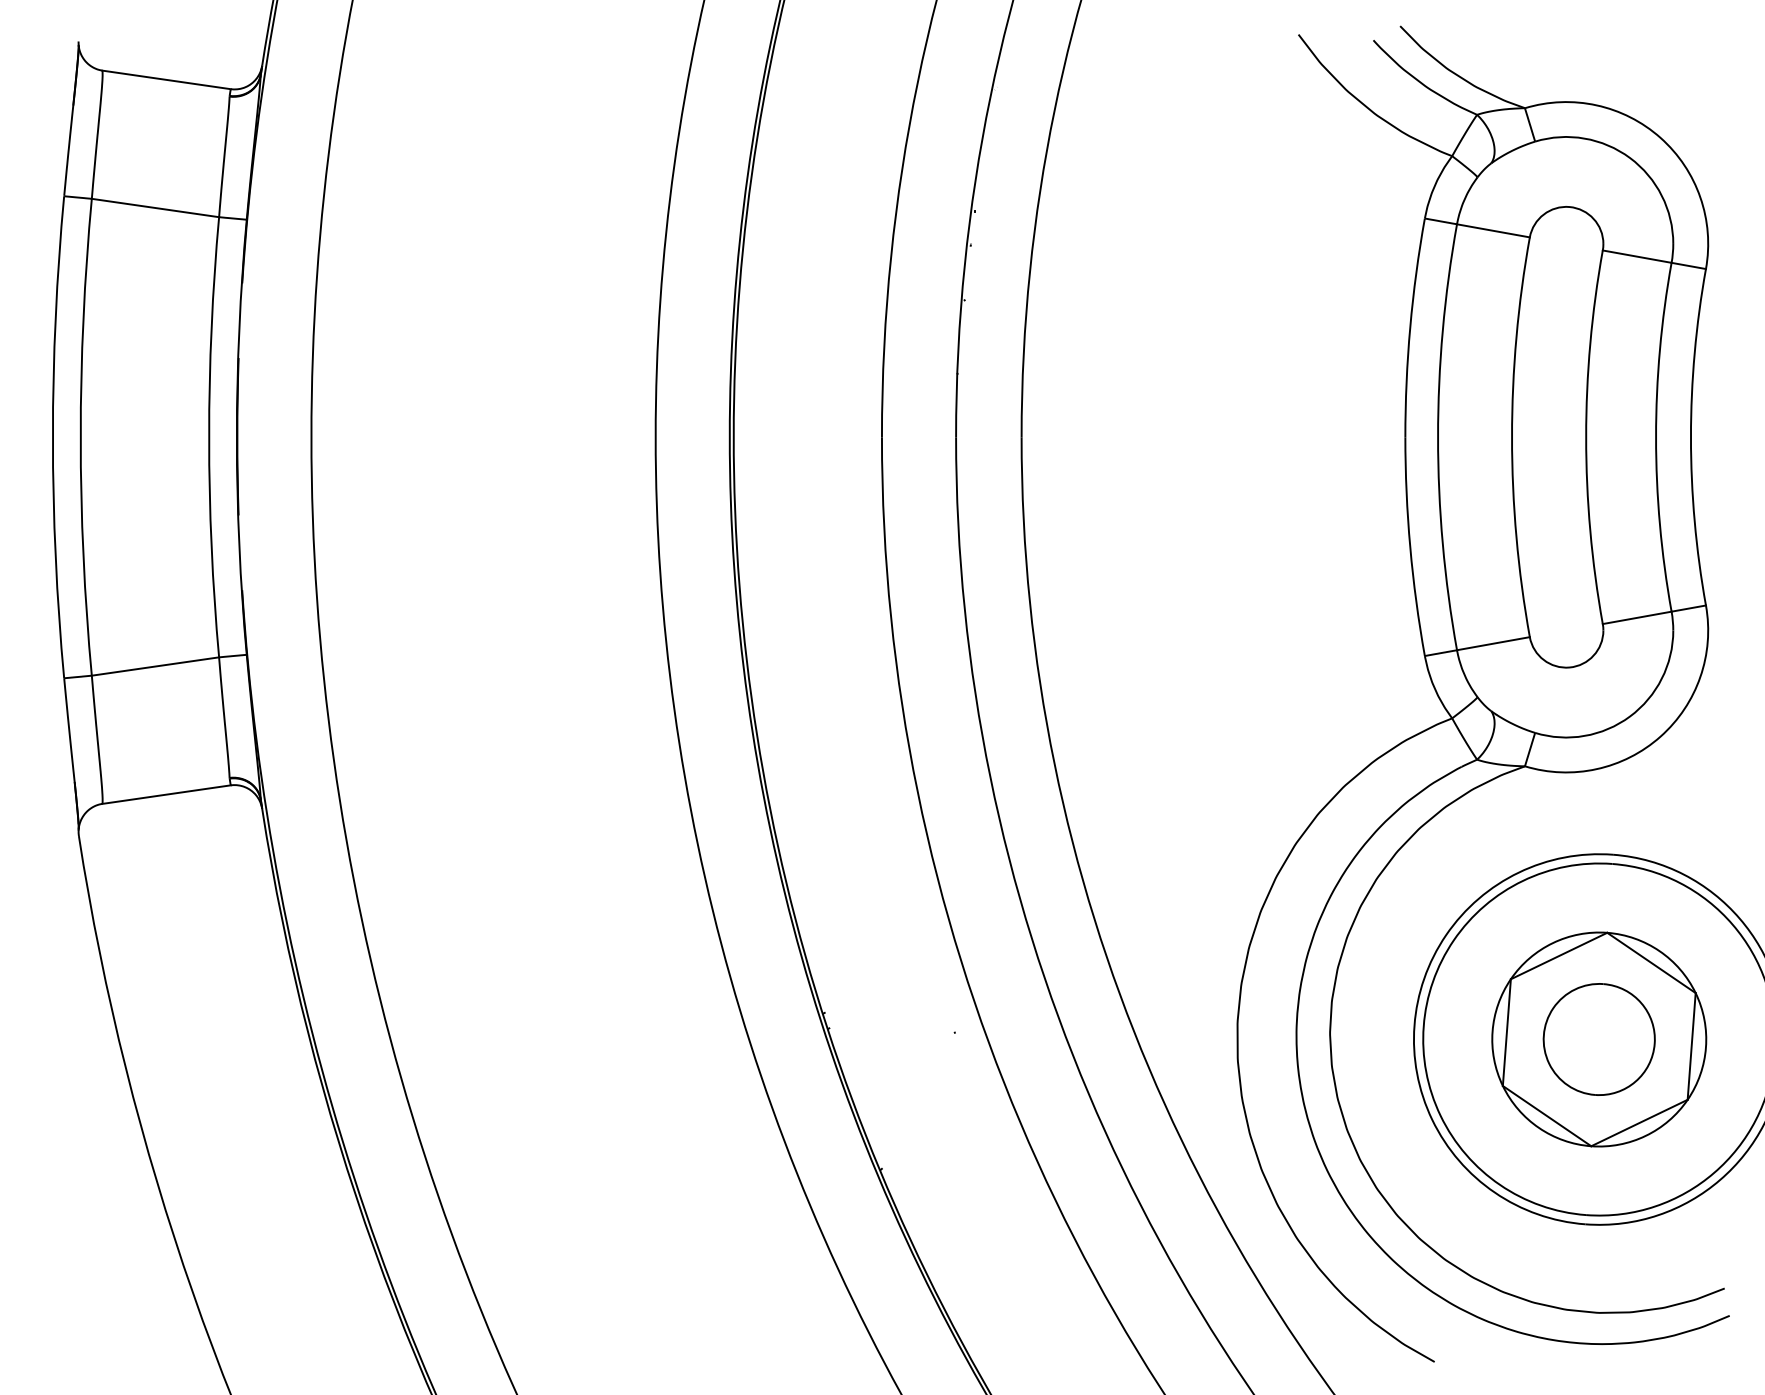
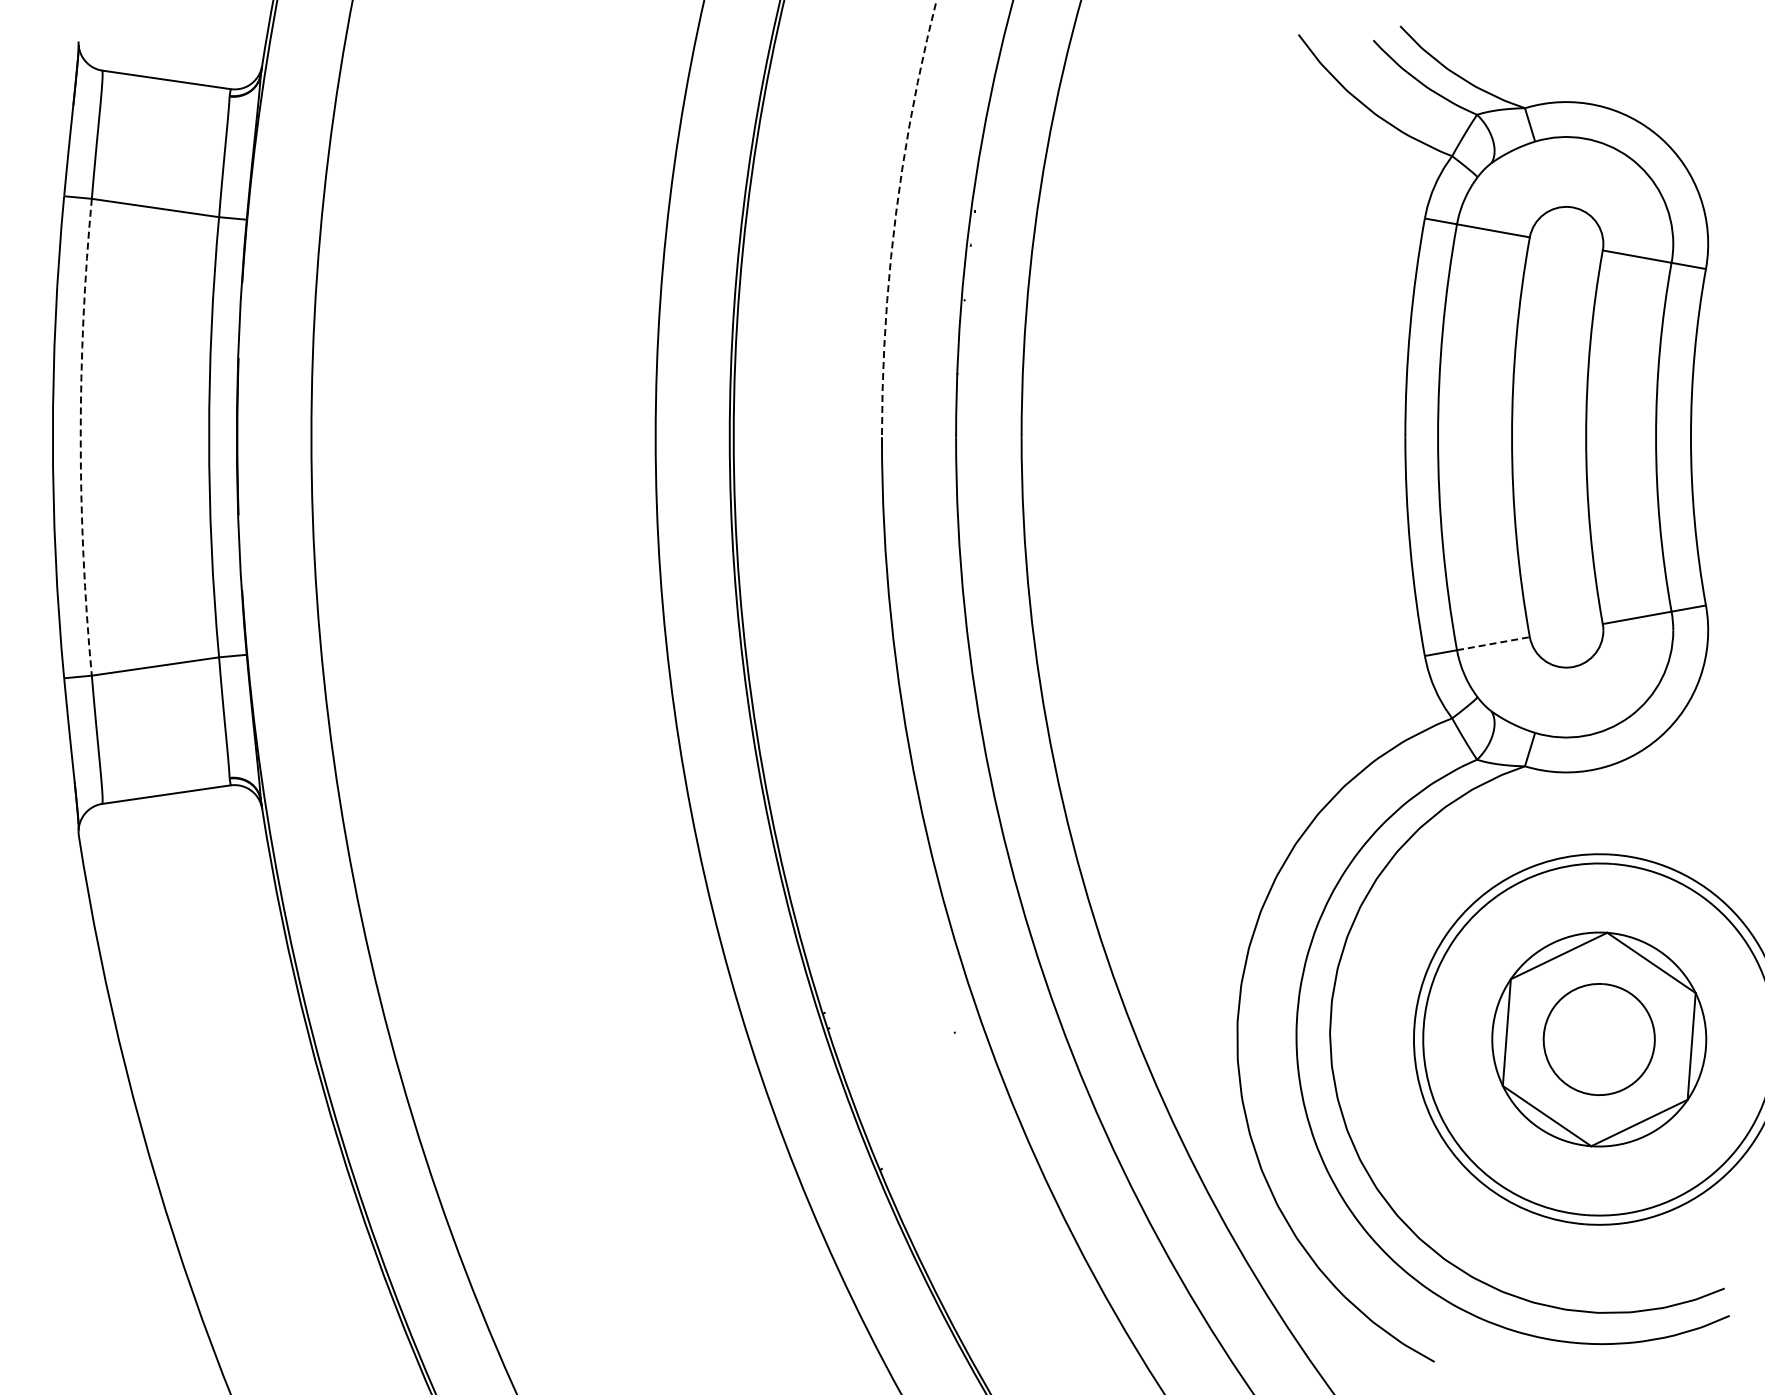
arc at (895, 216): solid -> dashed
arc at (80, 437): solid -> dashed
line at (1493, 643): solid -> dashed
